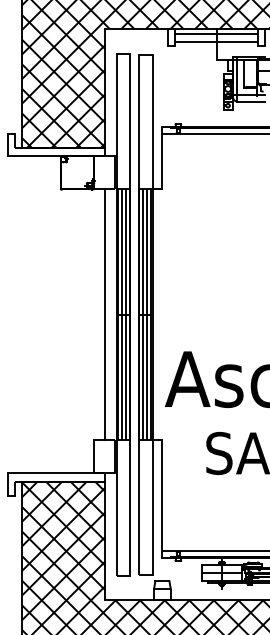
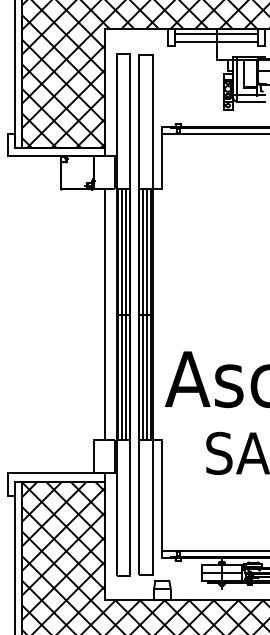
line at (14, 74): none -> present
line at (14, 556): none -> present
